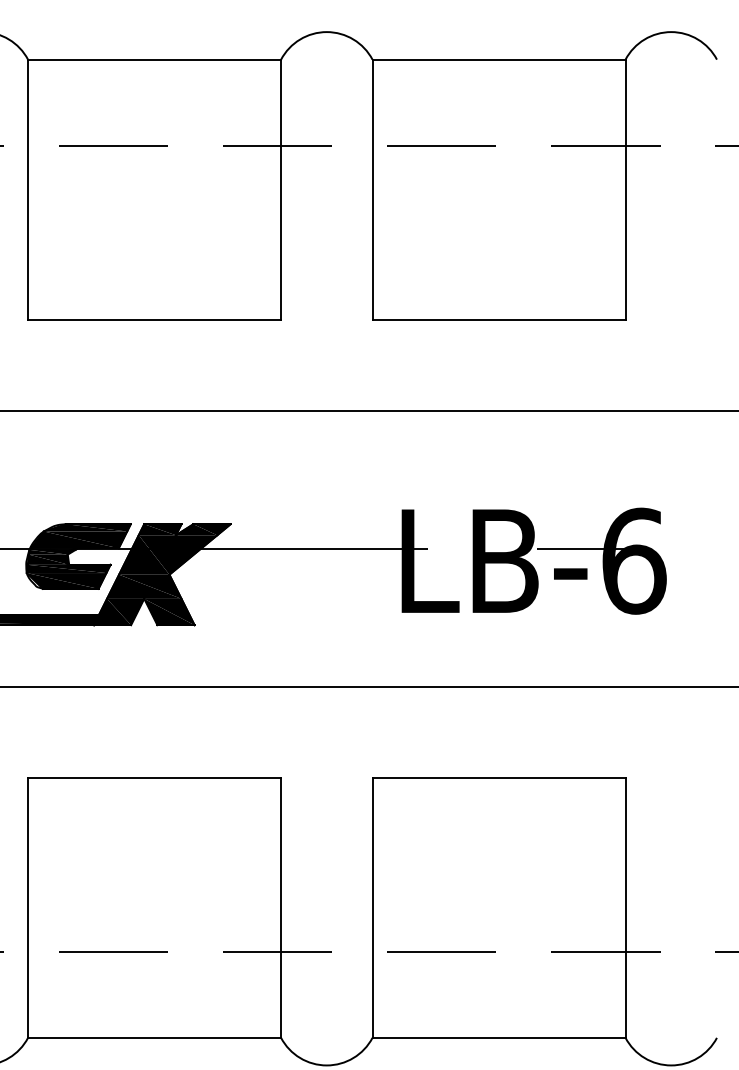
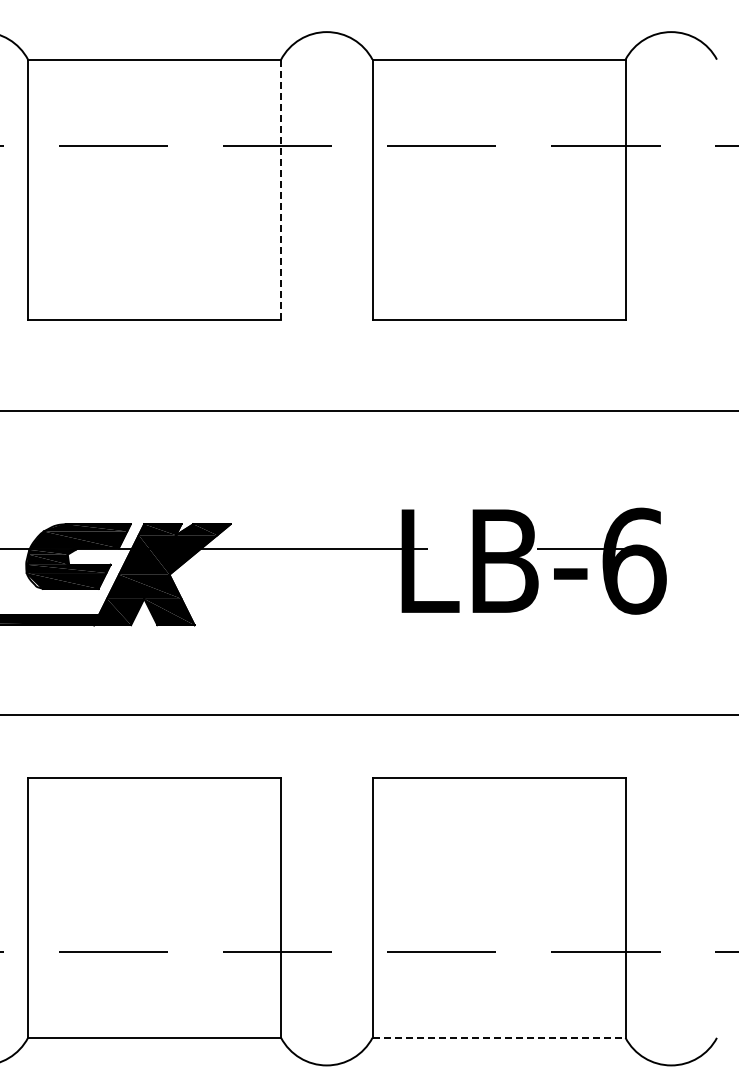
line at (281, 189): solid -> dashed
line at (368, 686) position: (368, 686) -> (368, 714)
line at (499, 1037): solid -> dashed
